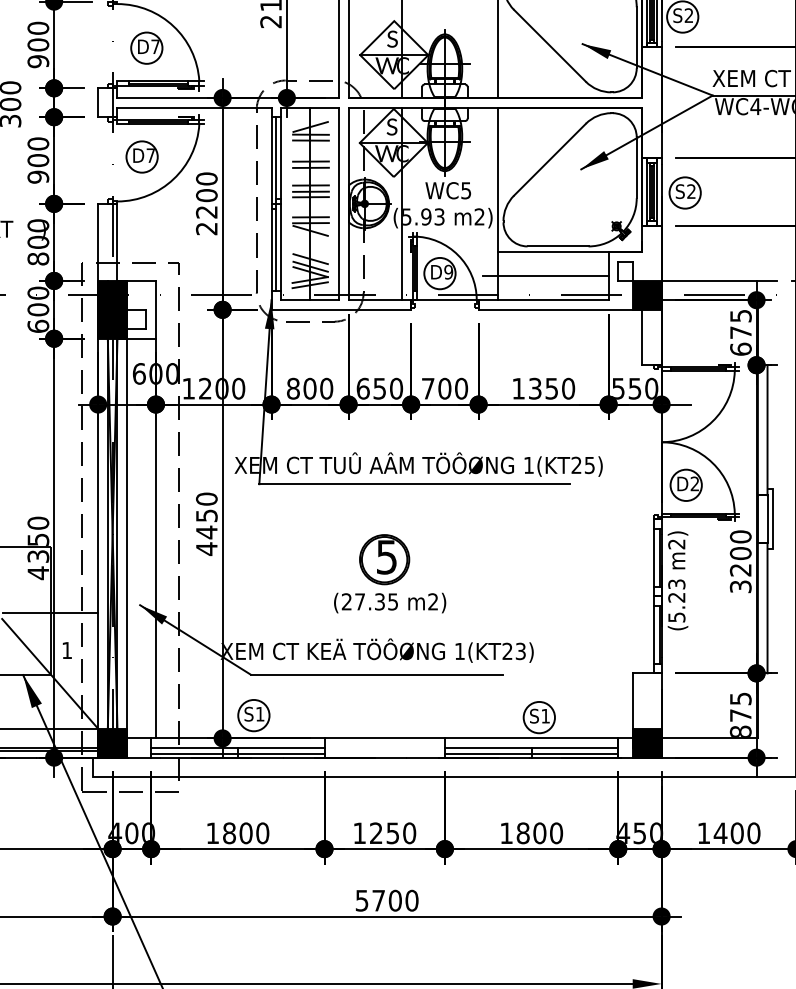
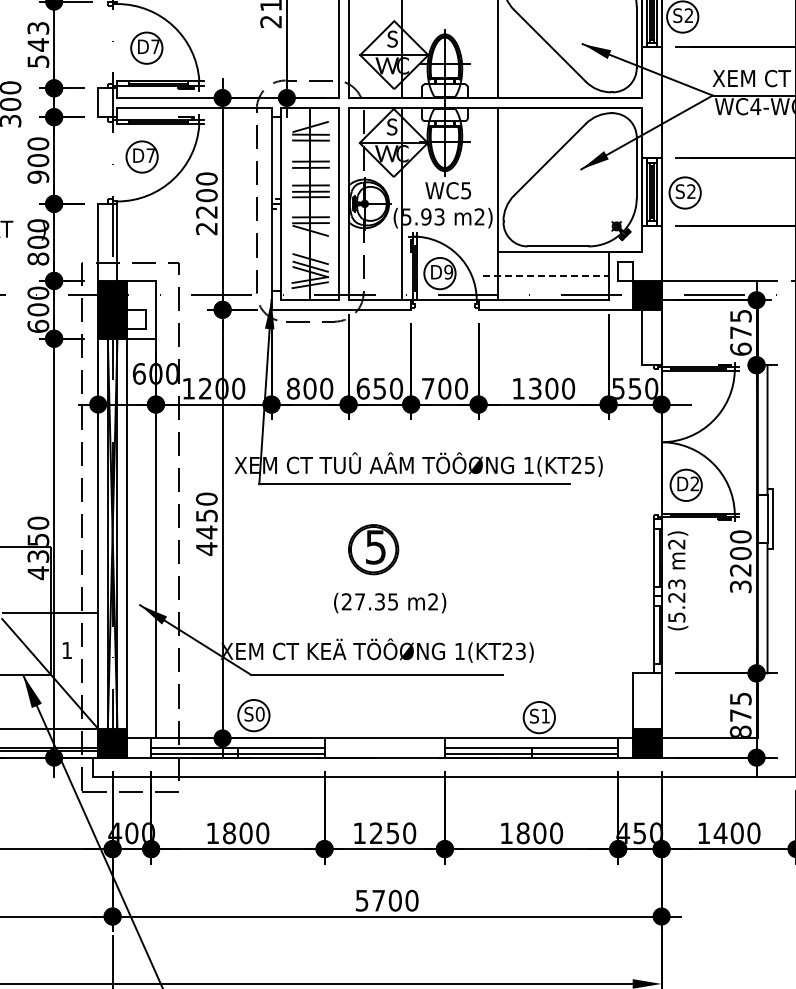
text at (38, 44): 900 -> 543
line at (276, 203): present -> none
line at (546, 276): solid -> dashed
text at (551, 388): 1350 -> 1300
part at (384, 559) position: (384, 559) -> (373, 549)
text at (259, 713): S1 -> S0
